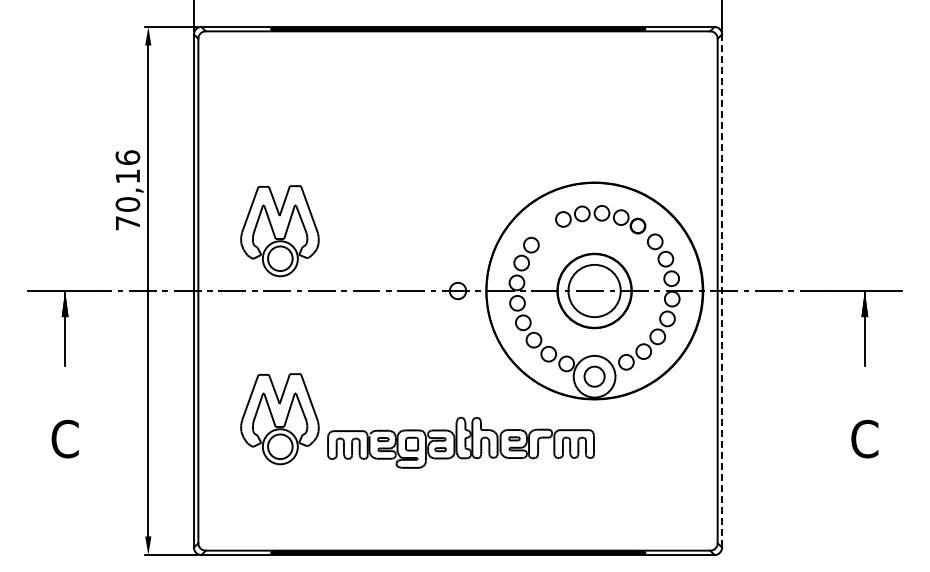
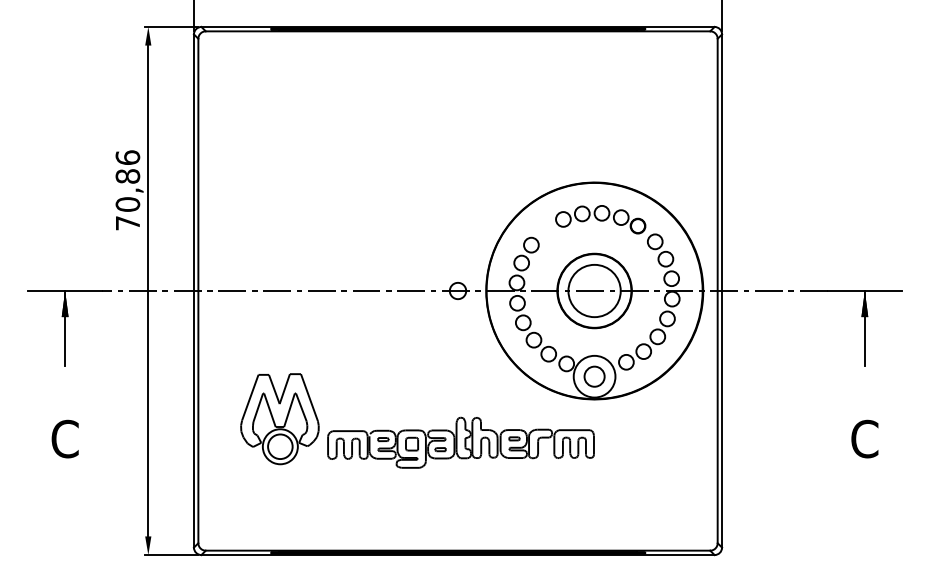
text at (127, 176): 70,16 -> 70,86
part at (279, 231): present -> none
line at (722, 291): dashed -> solid
